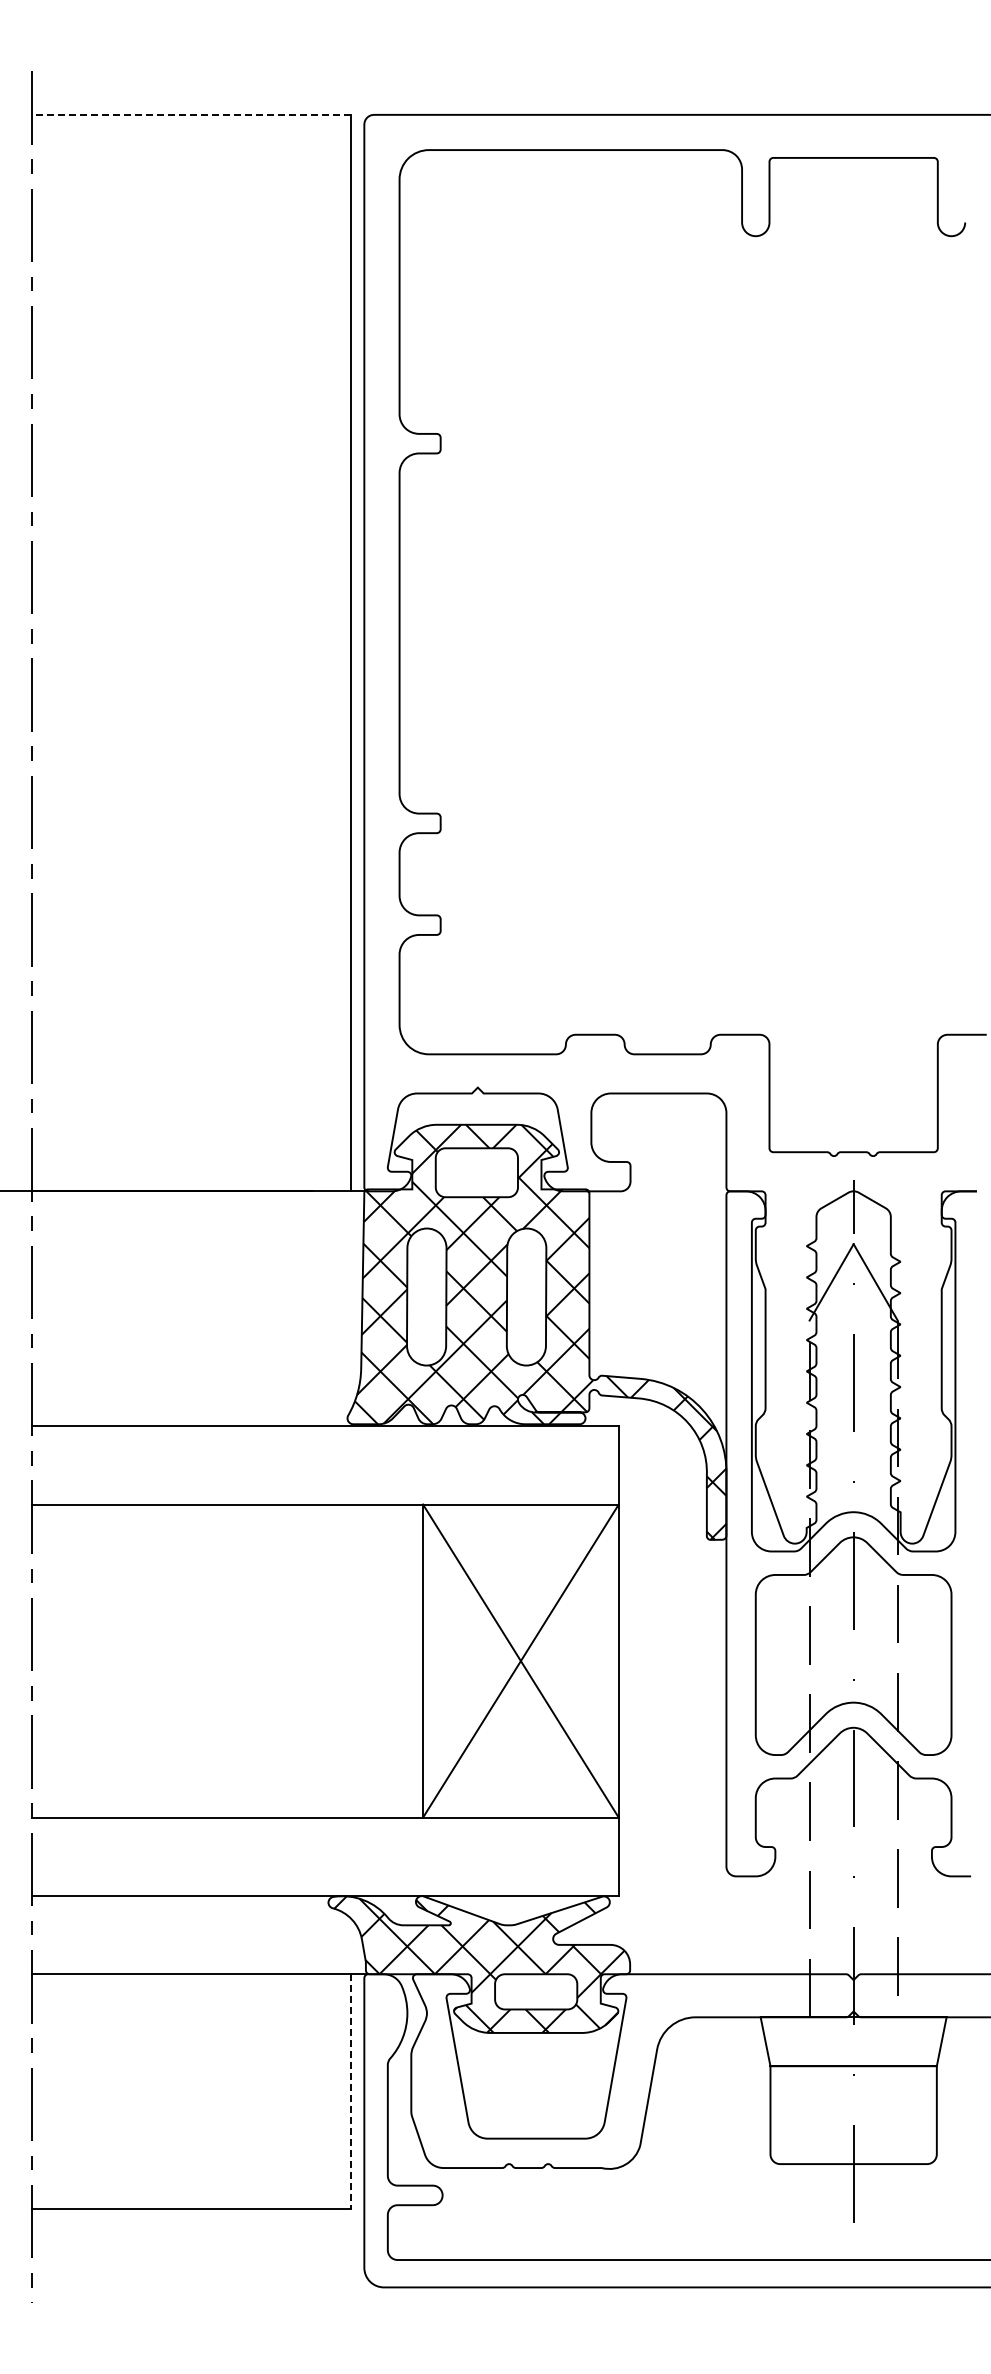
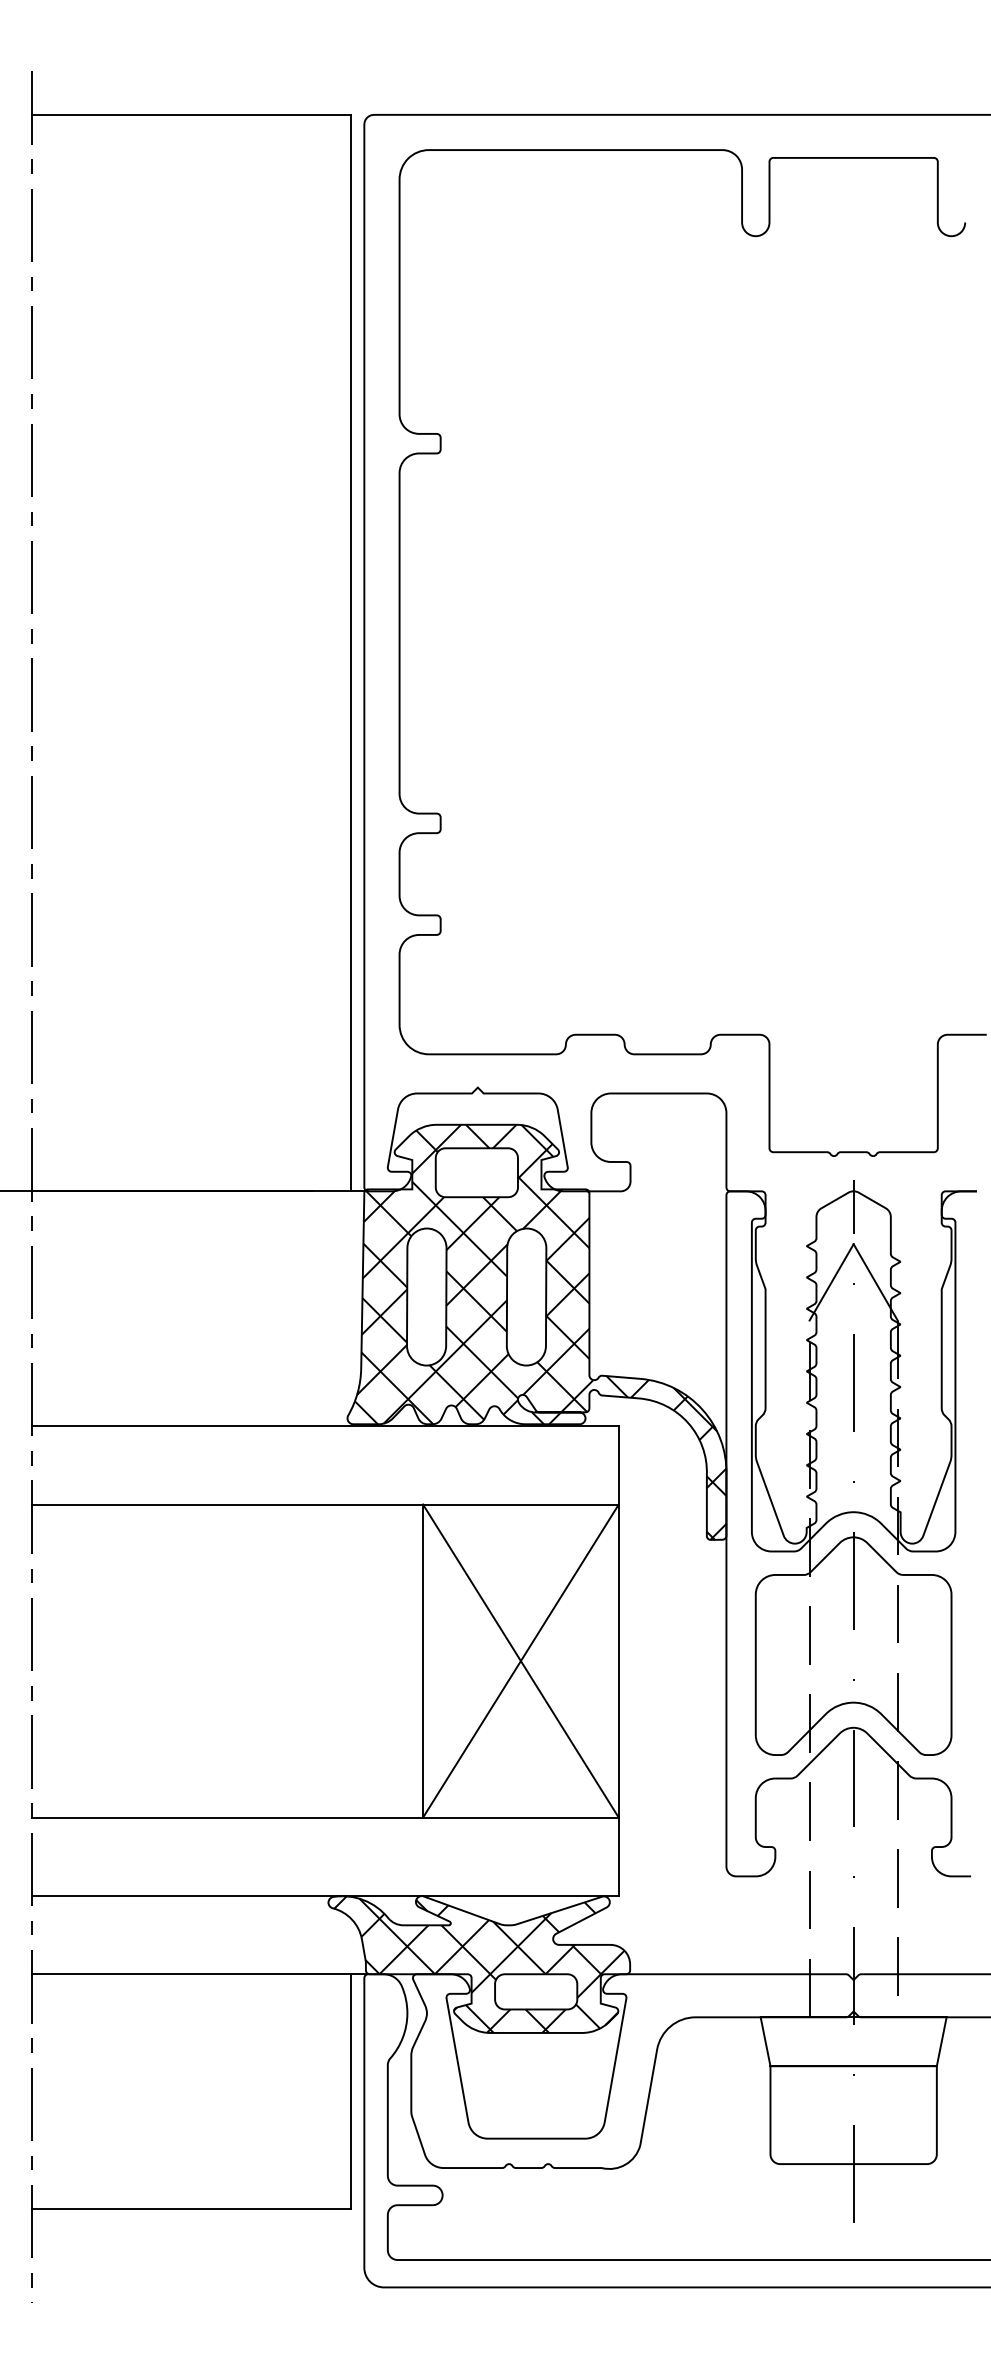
line at (191, 114): dashed -> solid
line at (350, 2092): dashed -> solid
